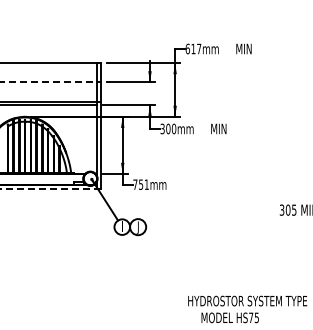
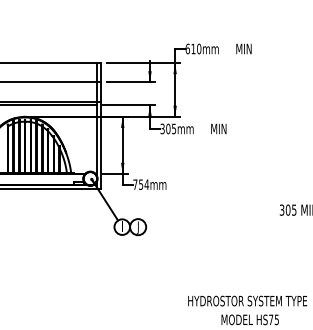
text at (199, 48): 617mm -> 610mm
line at (51, 82): dashed -> solid
text at (173, 128): 300mm -> 305mm
text at (146, 184): 751mm -> 754mm
line at (50, 189): dashed -> solid
text at (229, 317) position: (229, 317) -> (249, 319)
